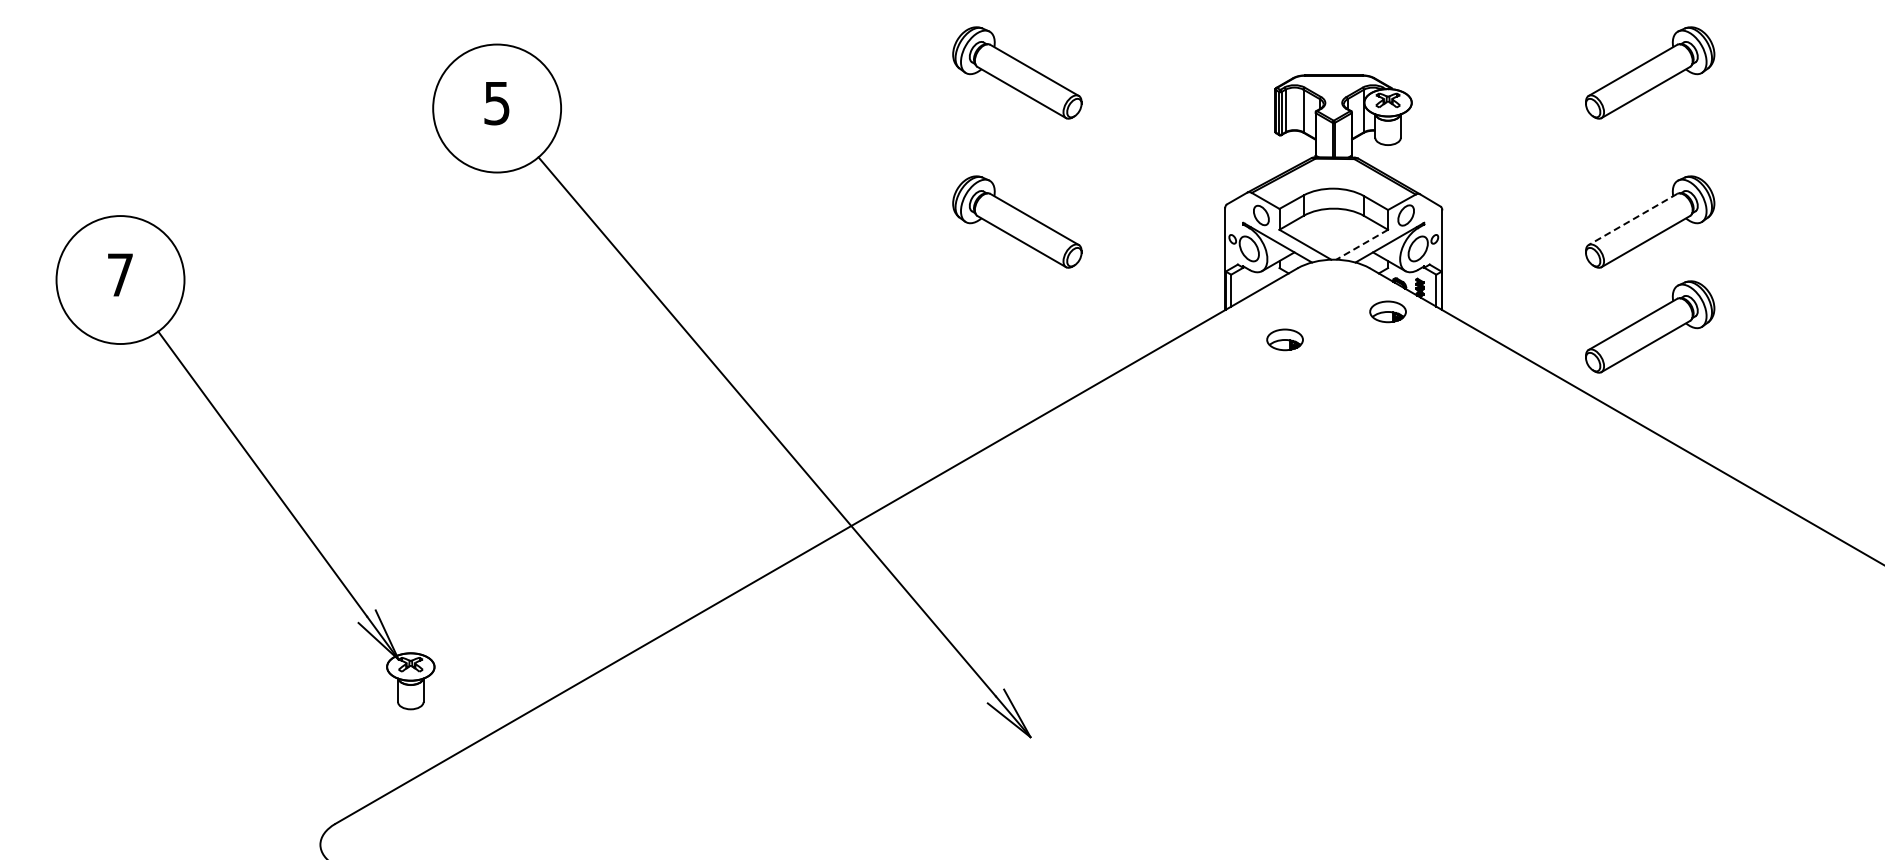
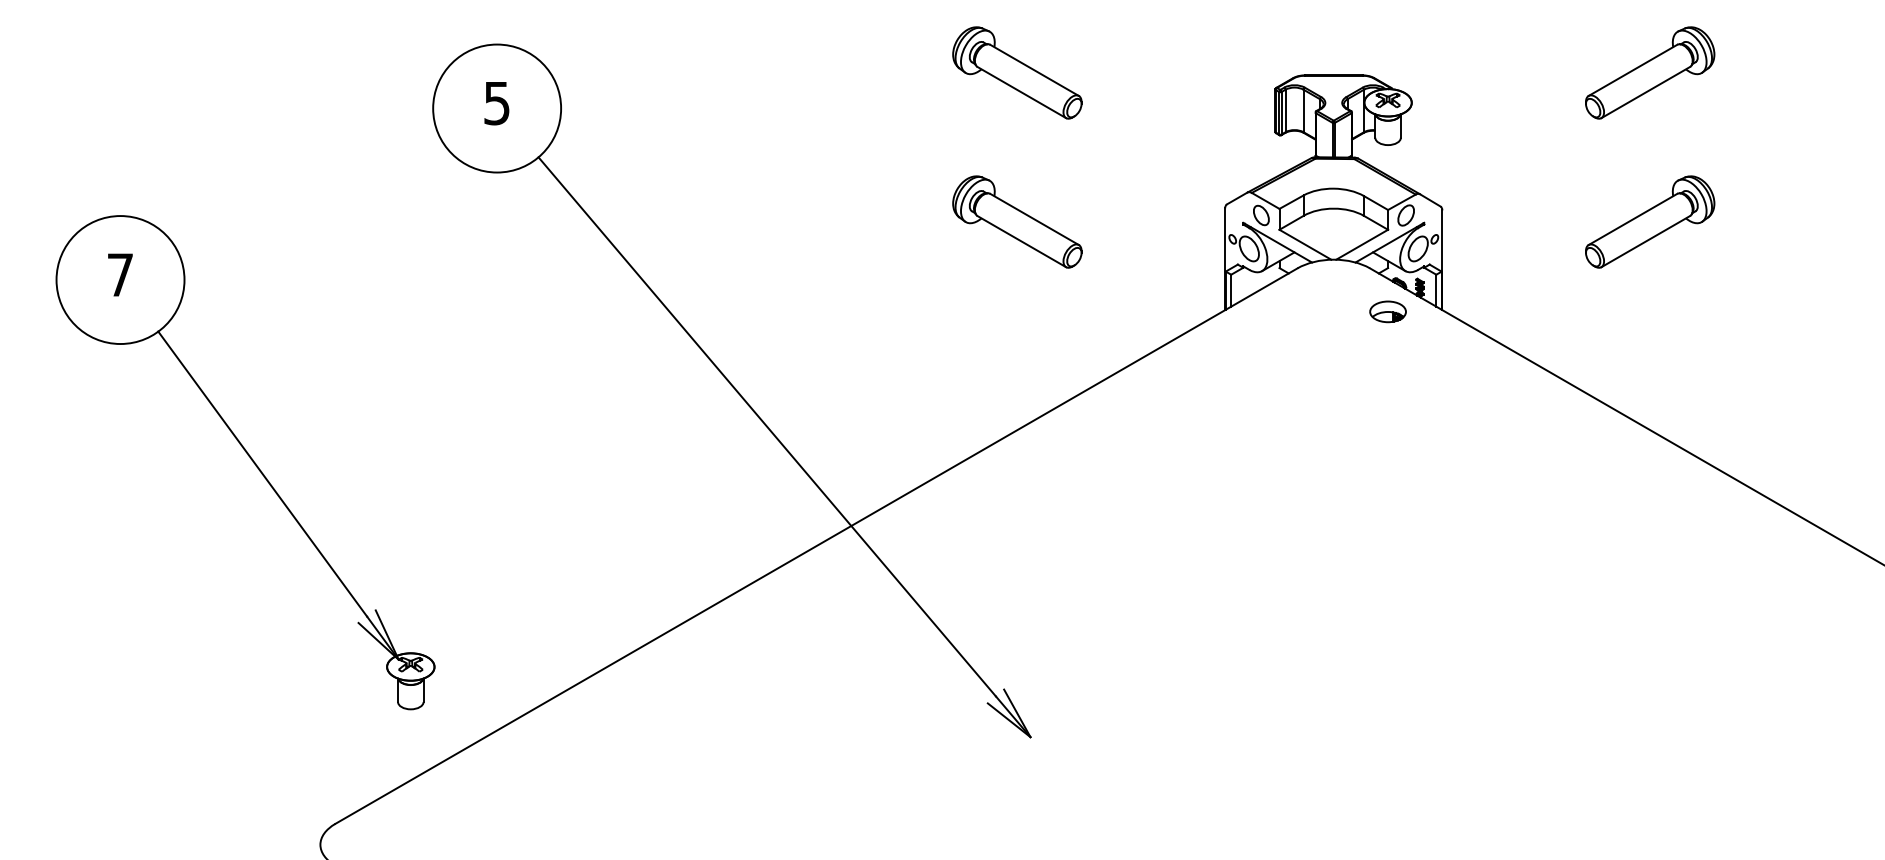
line at (1632, 219): dashed -> solid
line at (1362, 244): dashed -> solid
part at (1650, 326): present -> none
part at (1284, 339): present -> none
